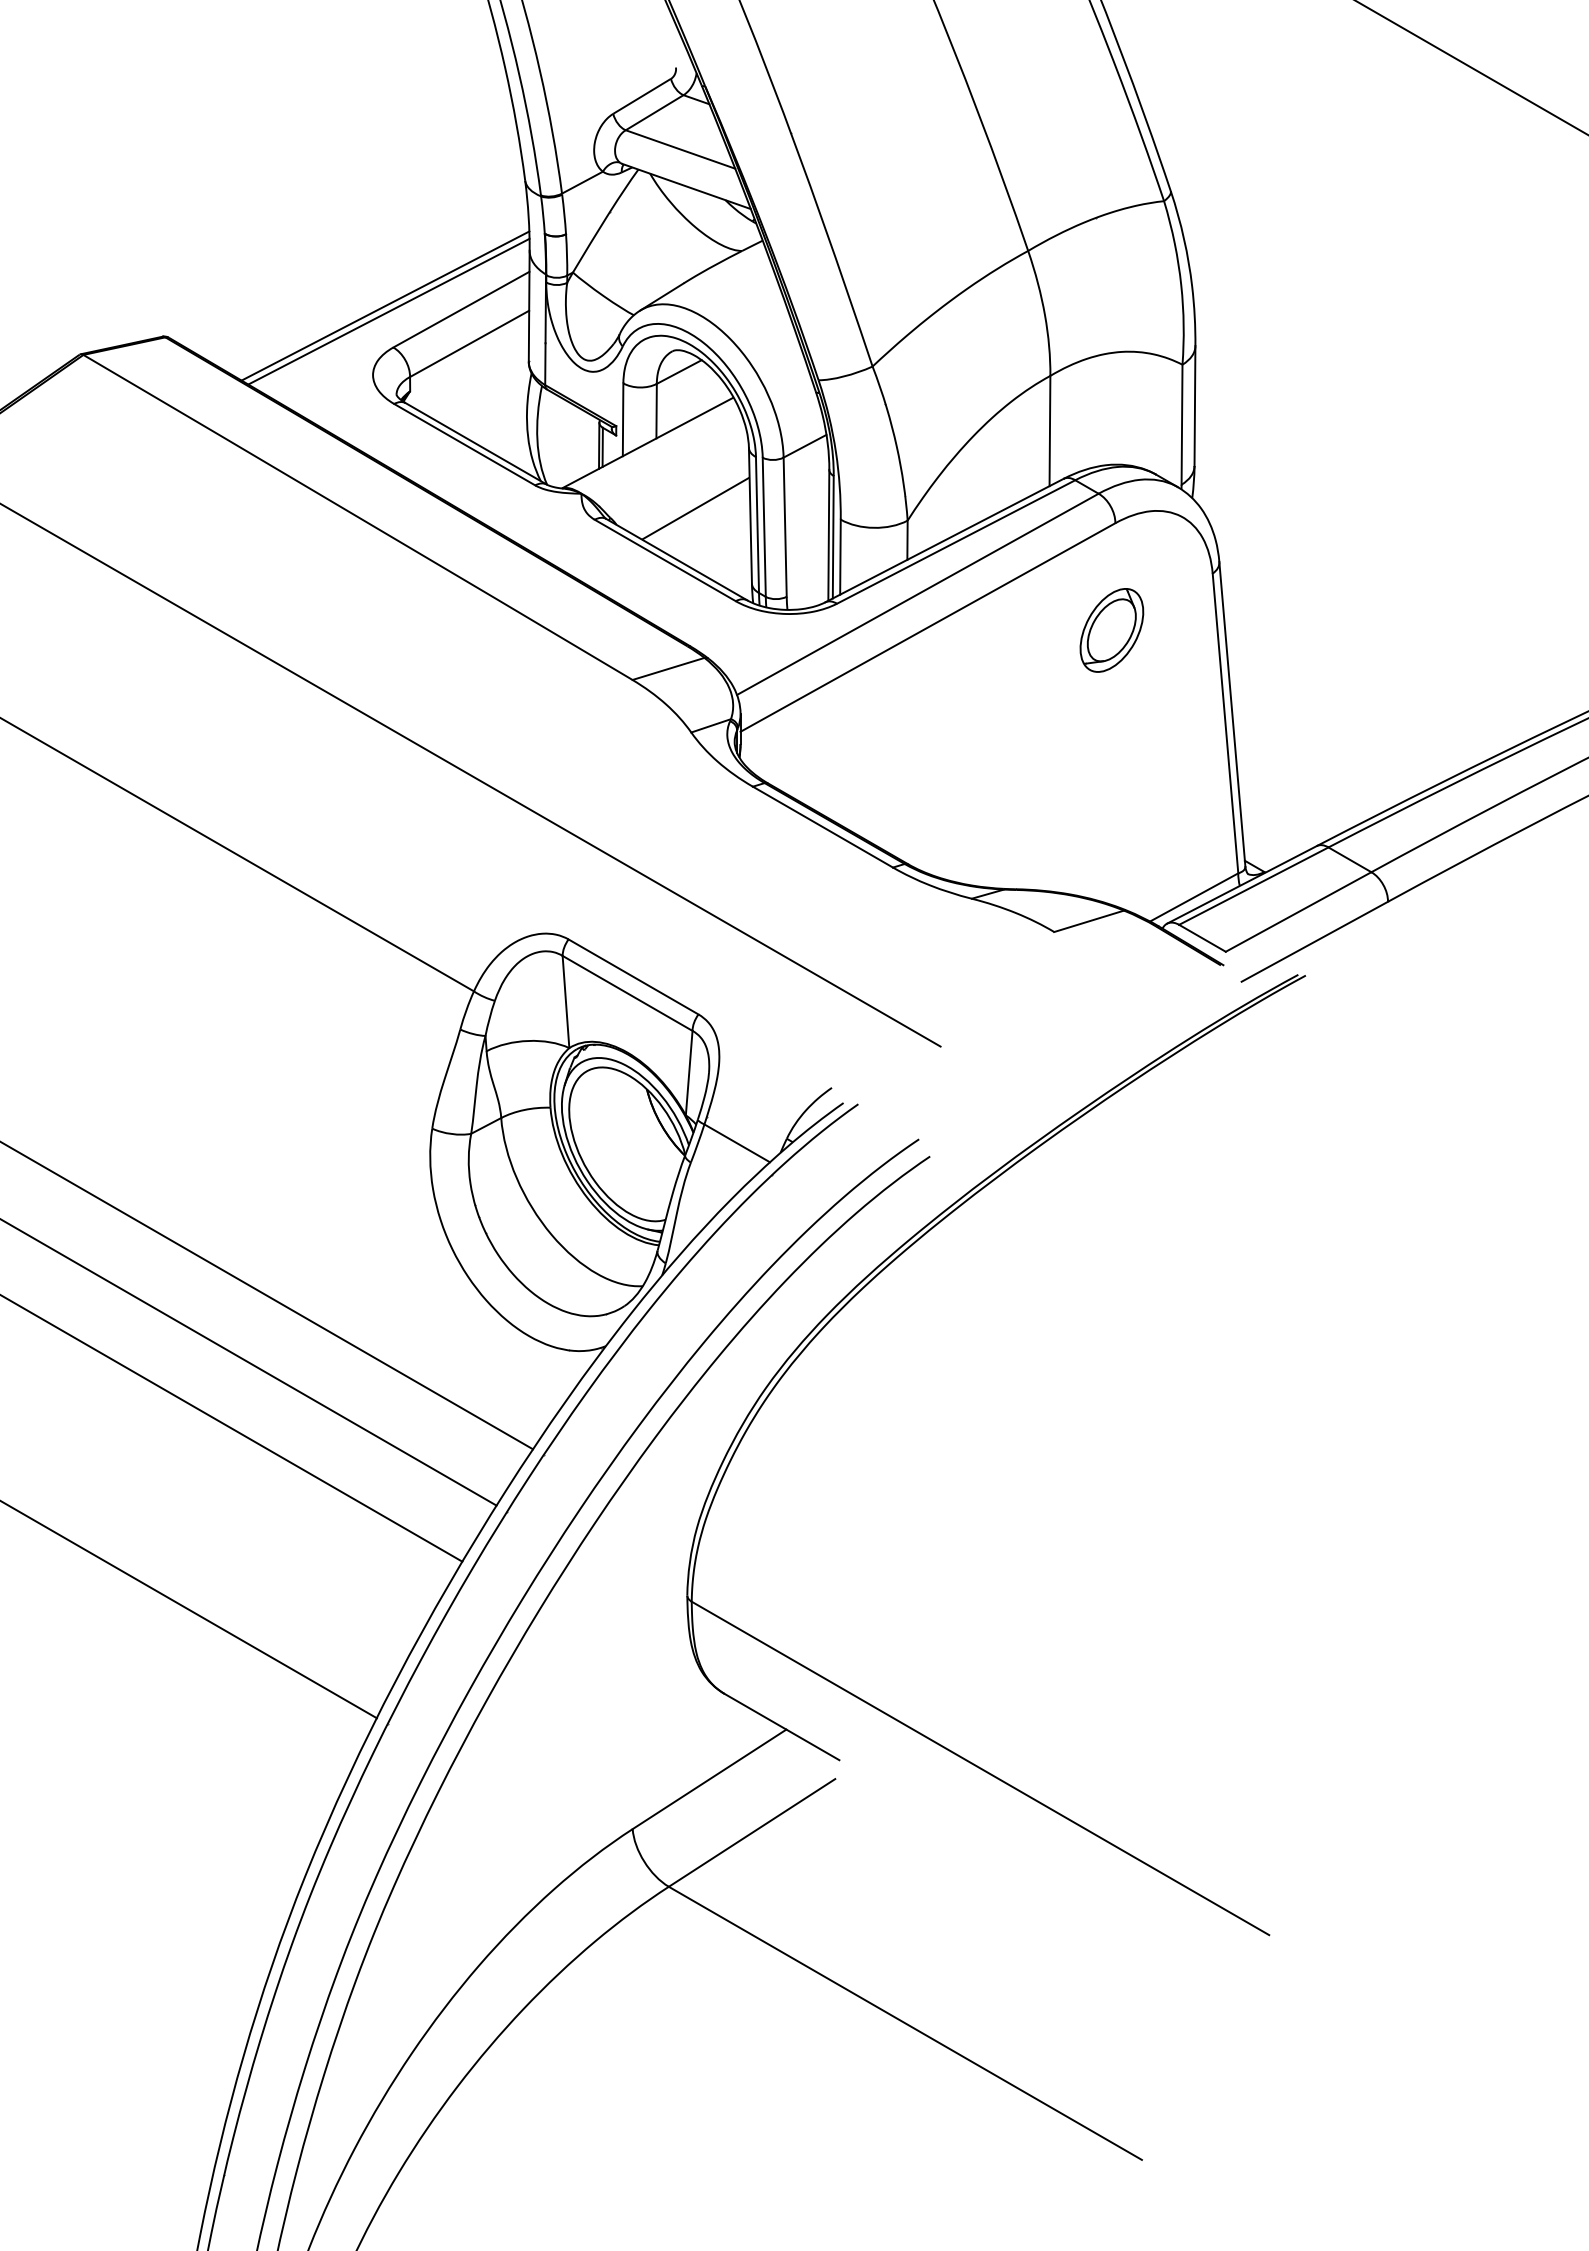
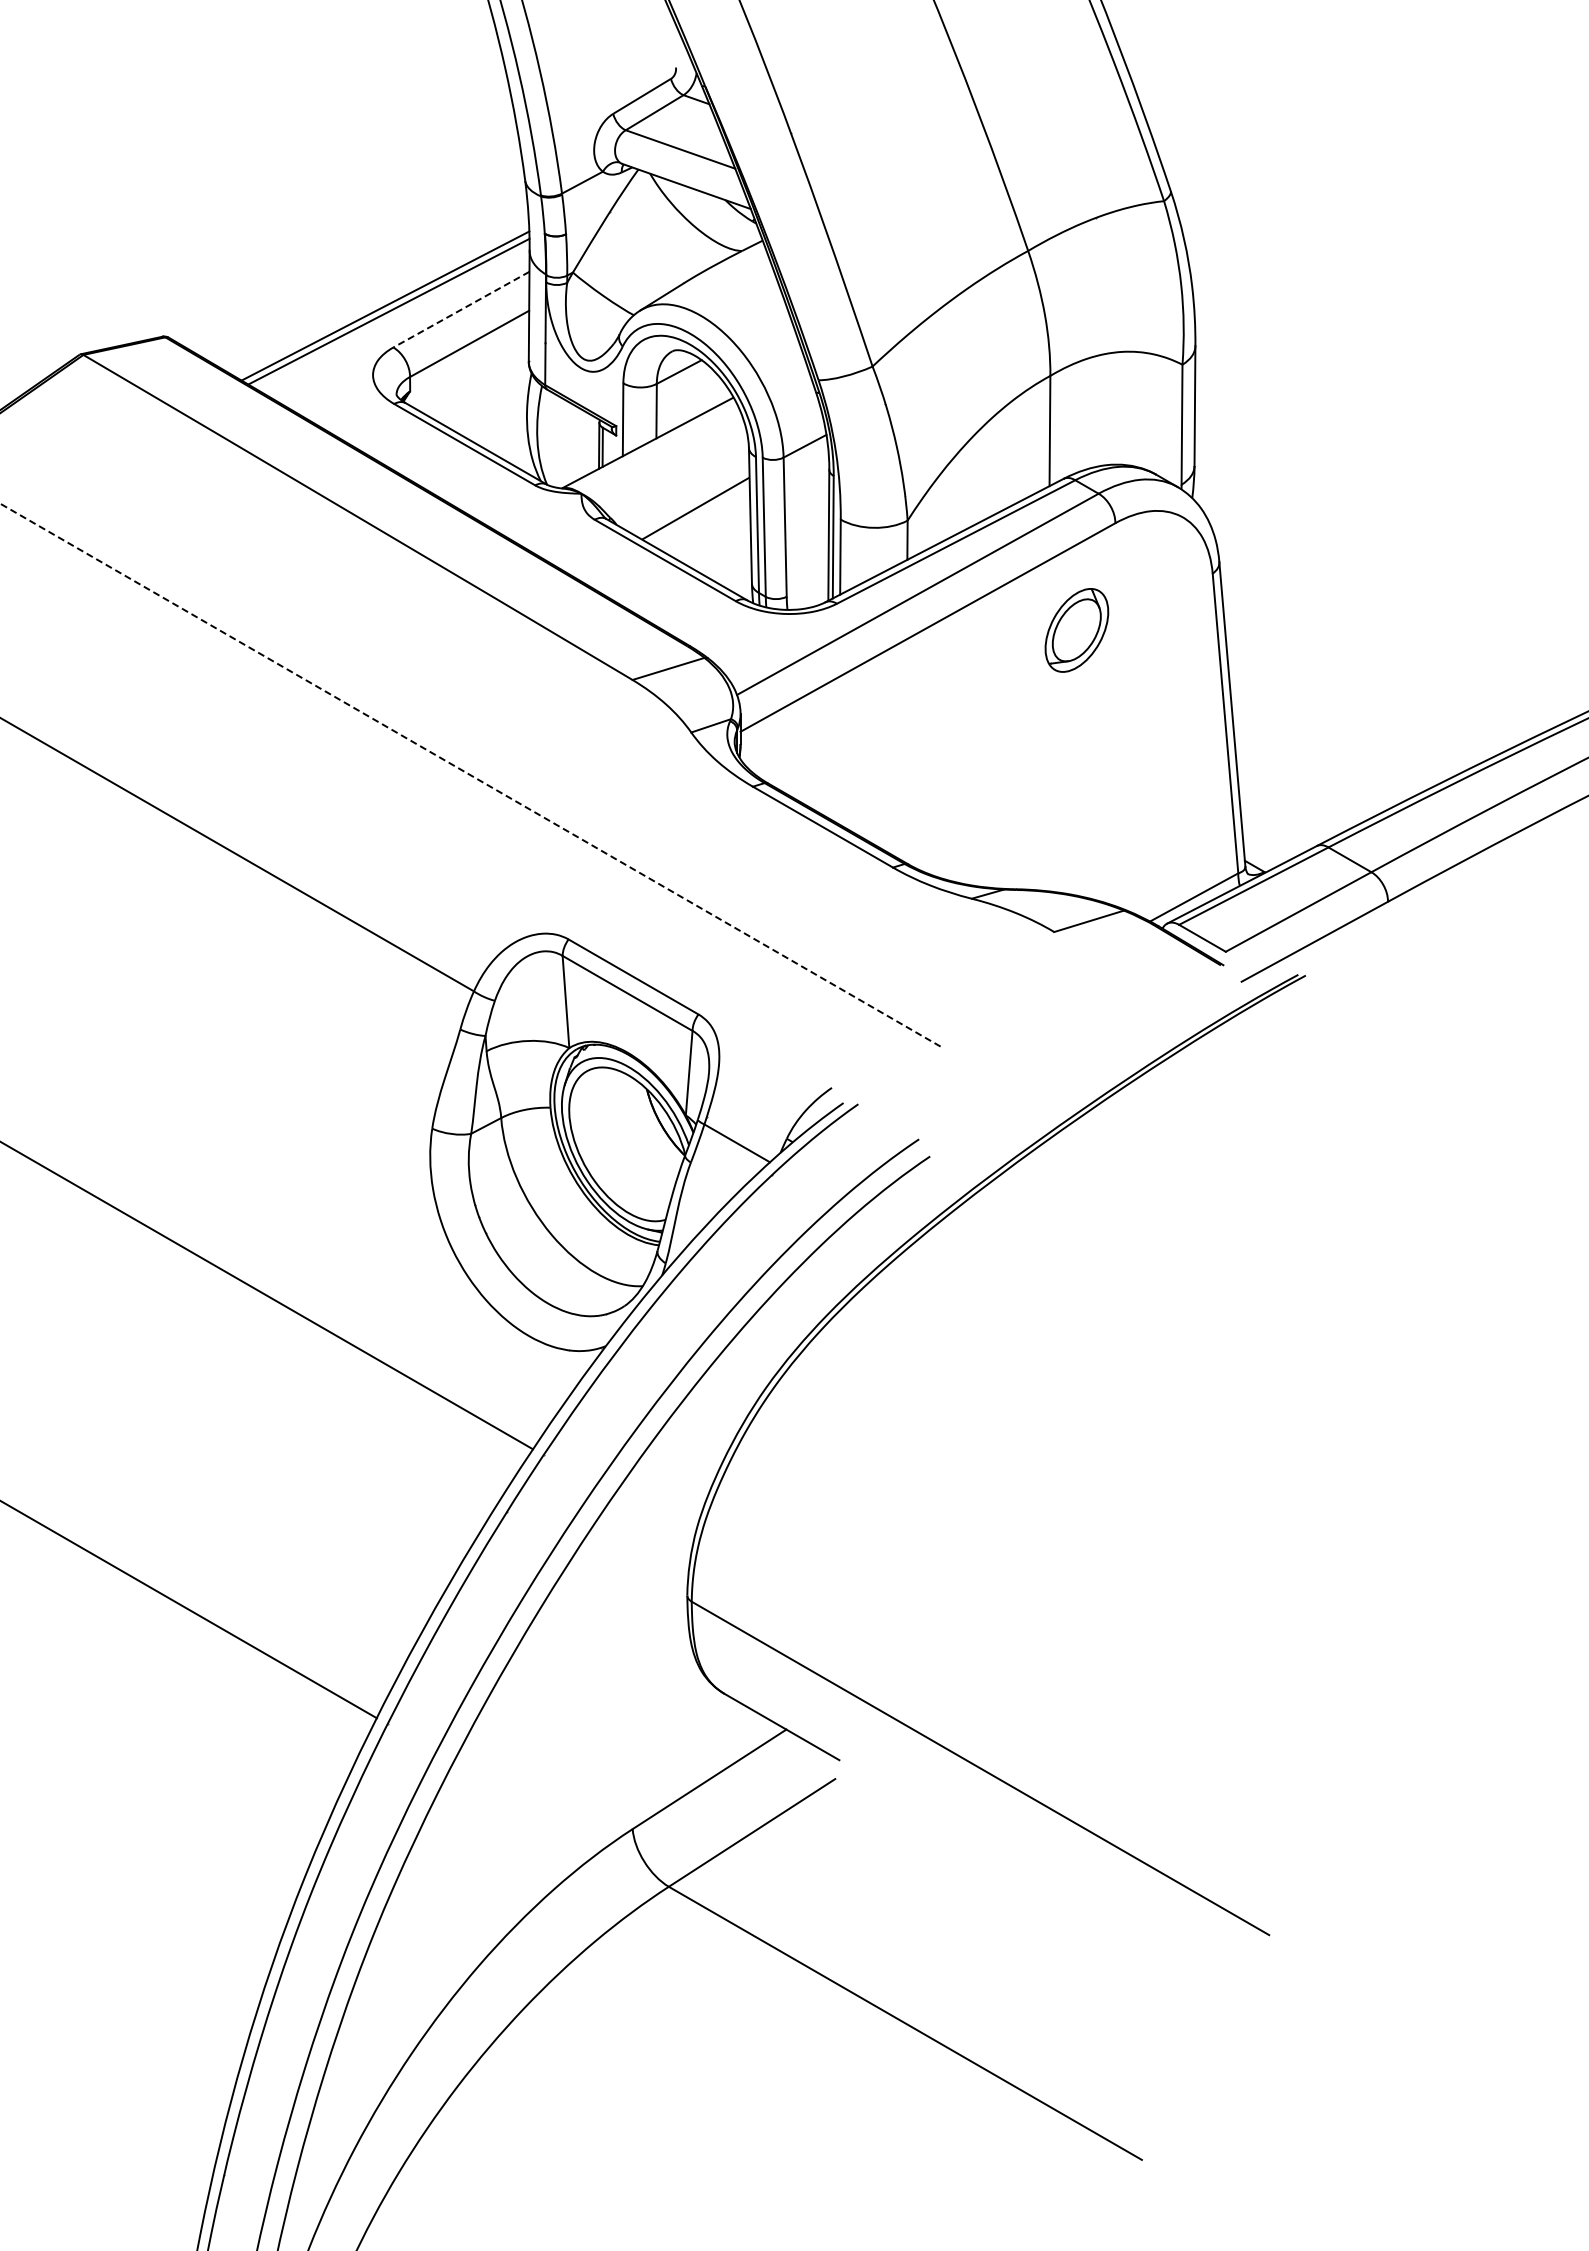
line at (1471, 67): present -> none
line at (461, 309): solid -> dashed
part at (1111, 630) position: (1111, 630) -> (1076, 630)
line at (470, 775): solid -> dashed
line at (249, 1362): present -> none
line at (232, 1428): present -> none
